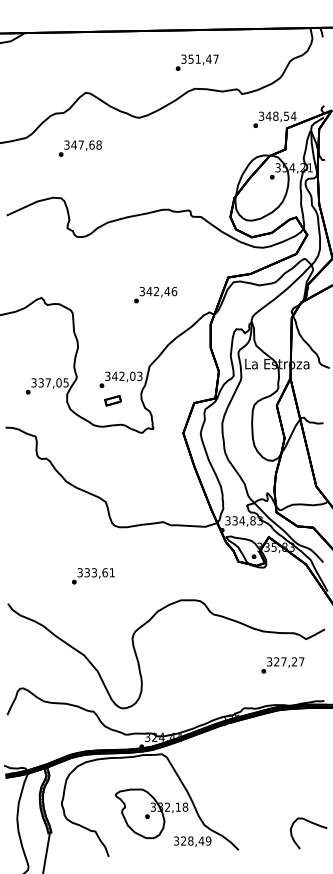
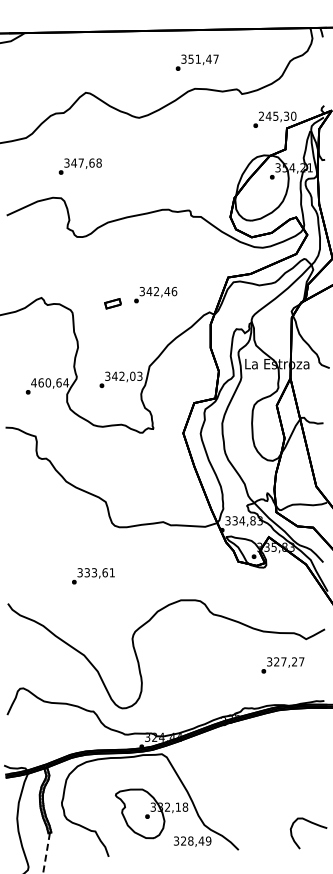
text at (277, 115): 348,54 -> 245,30
text at (79, 148) position: (79, 148) -> (79, 166)
text at (50, 382): 337,05 -> 460,64
part at (112, 400) position: (112, 400) -> (112, 303)
line at (46, 853): solid -> dashed
